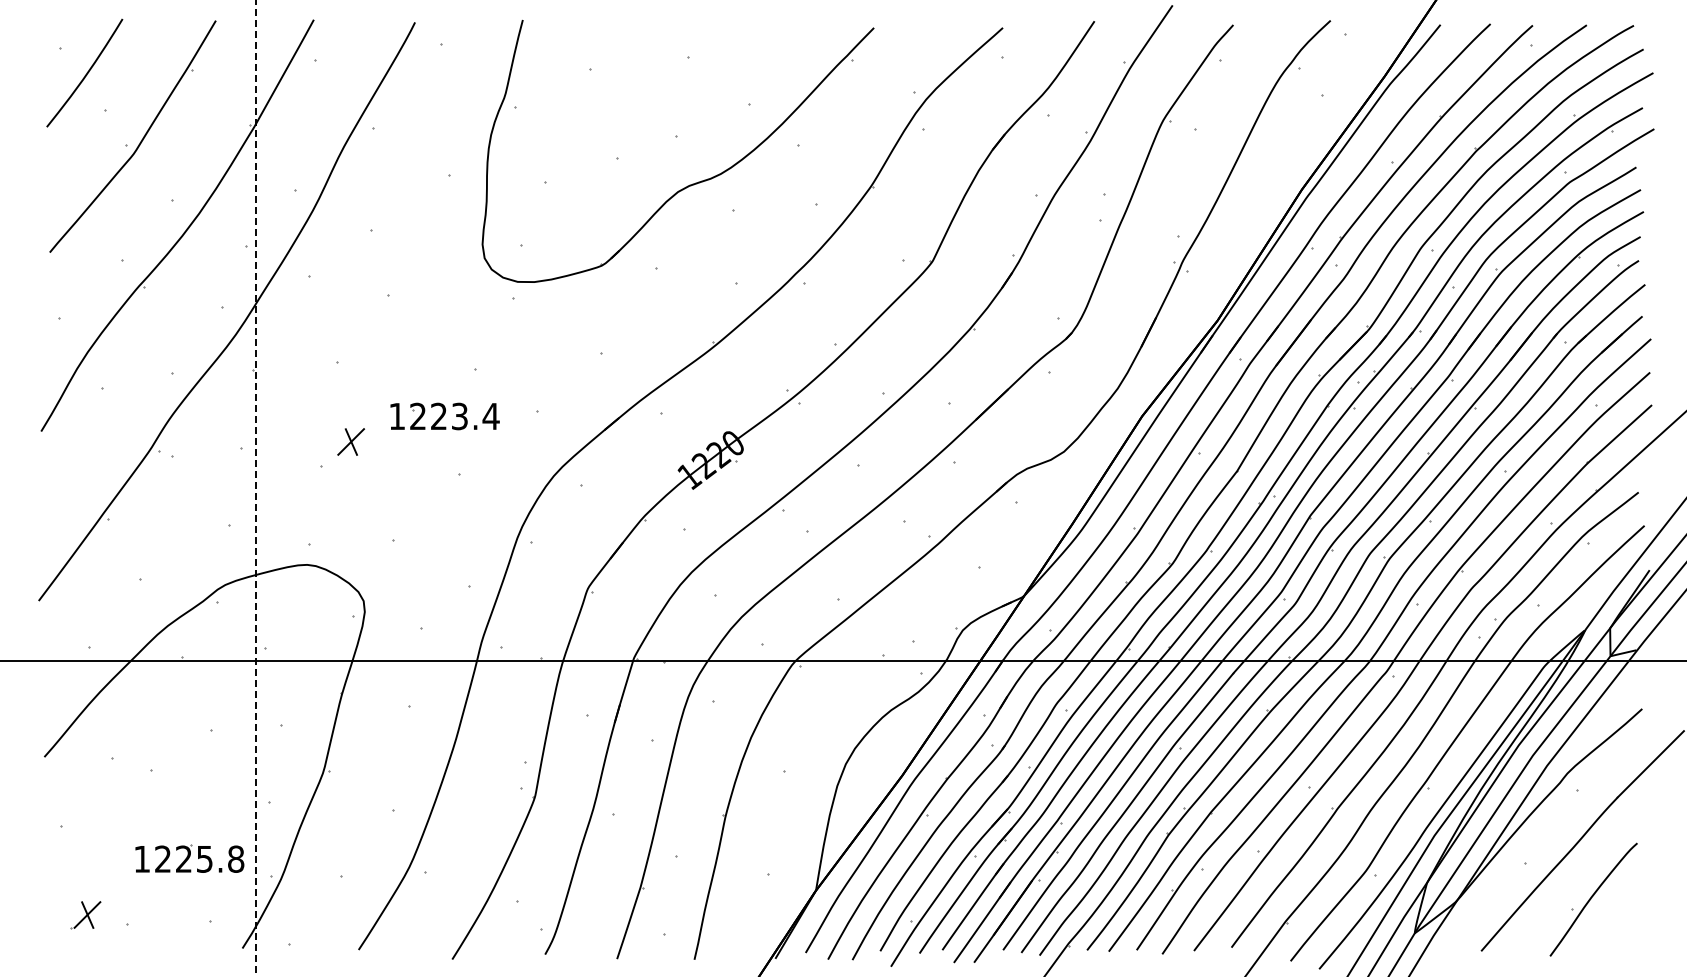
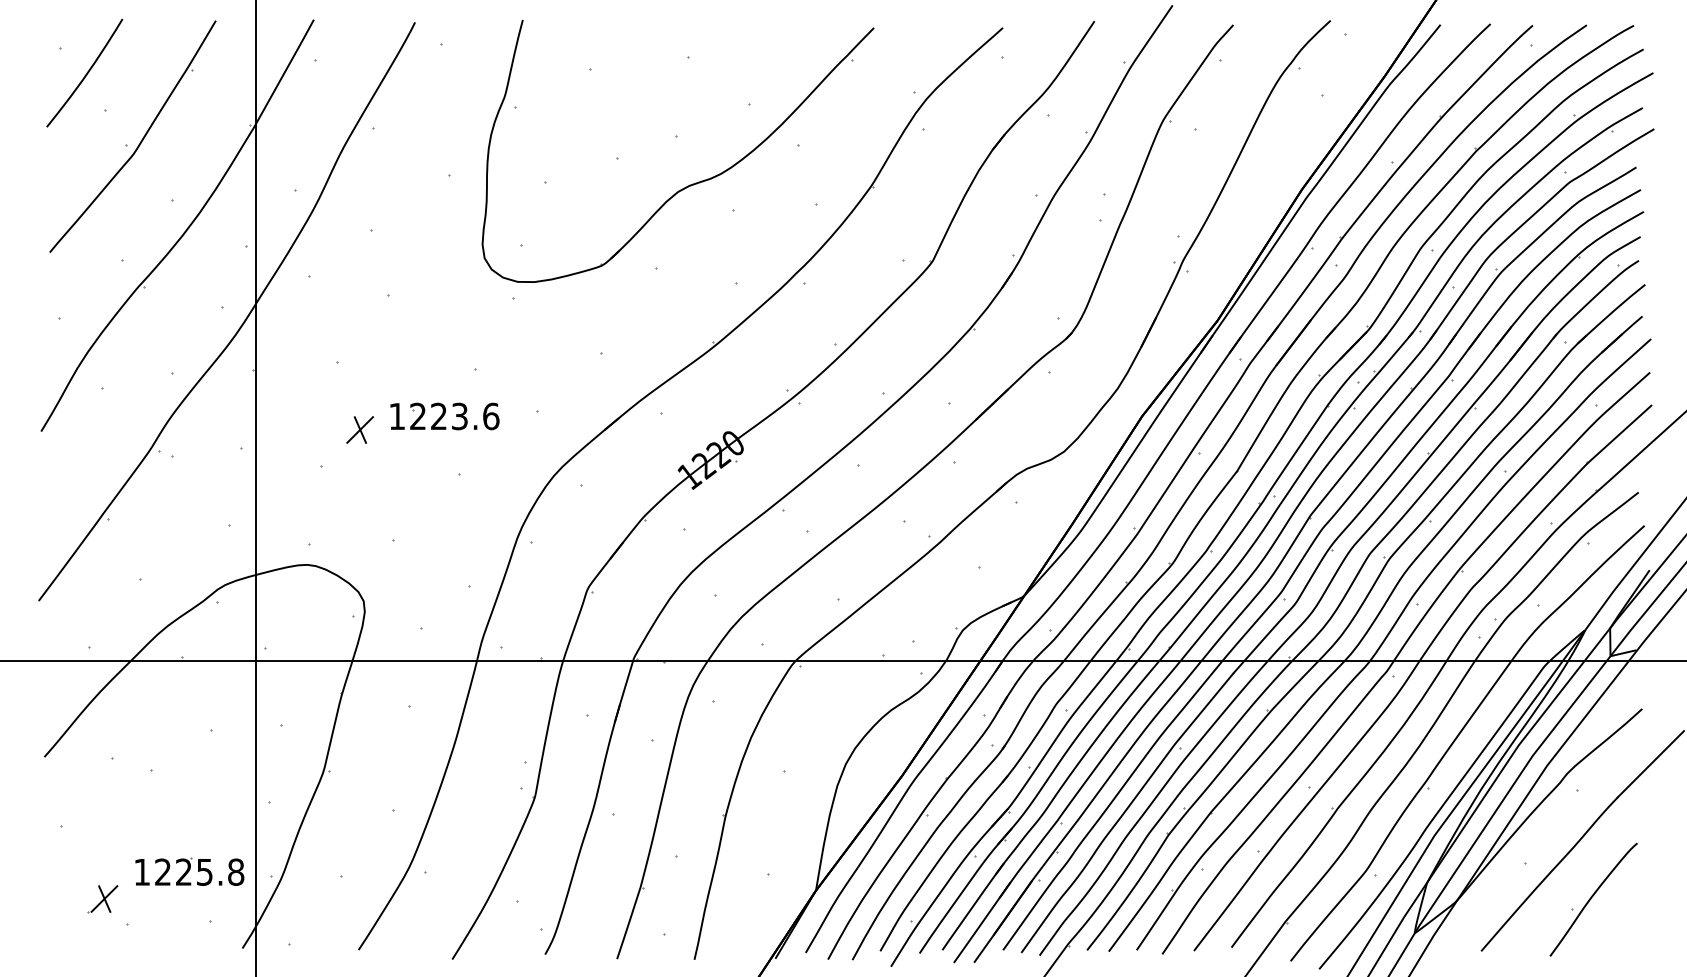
text at (490, 416): 1223.4 -> 1223.6
part at (350, 441) position: (350, 441) -> (359, 429)
line at (255, 488): dashed -> solid
part at (189, 858) position: (189, 858) -> (189, 871)
part at (85, 915) position: (85, 915) -> (102, 899)
